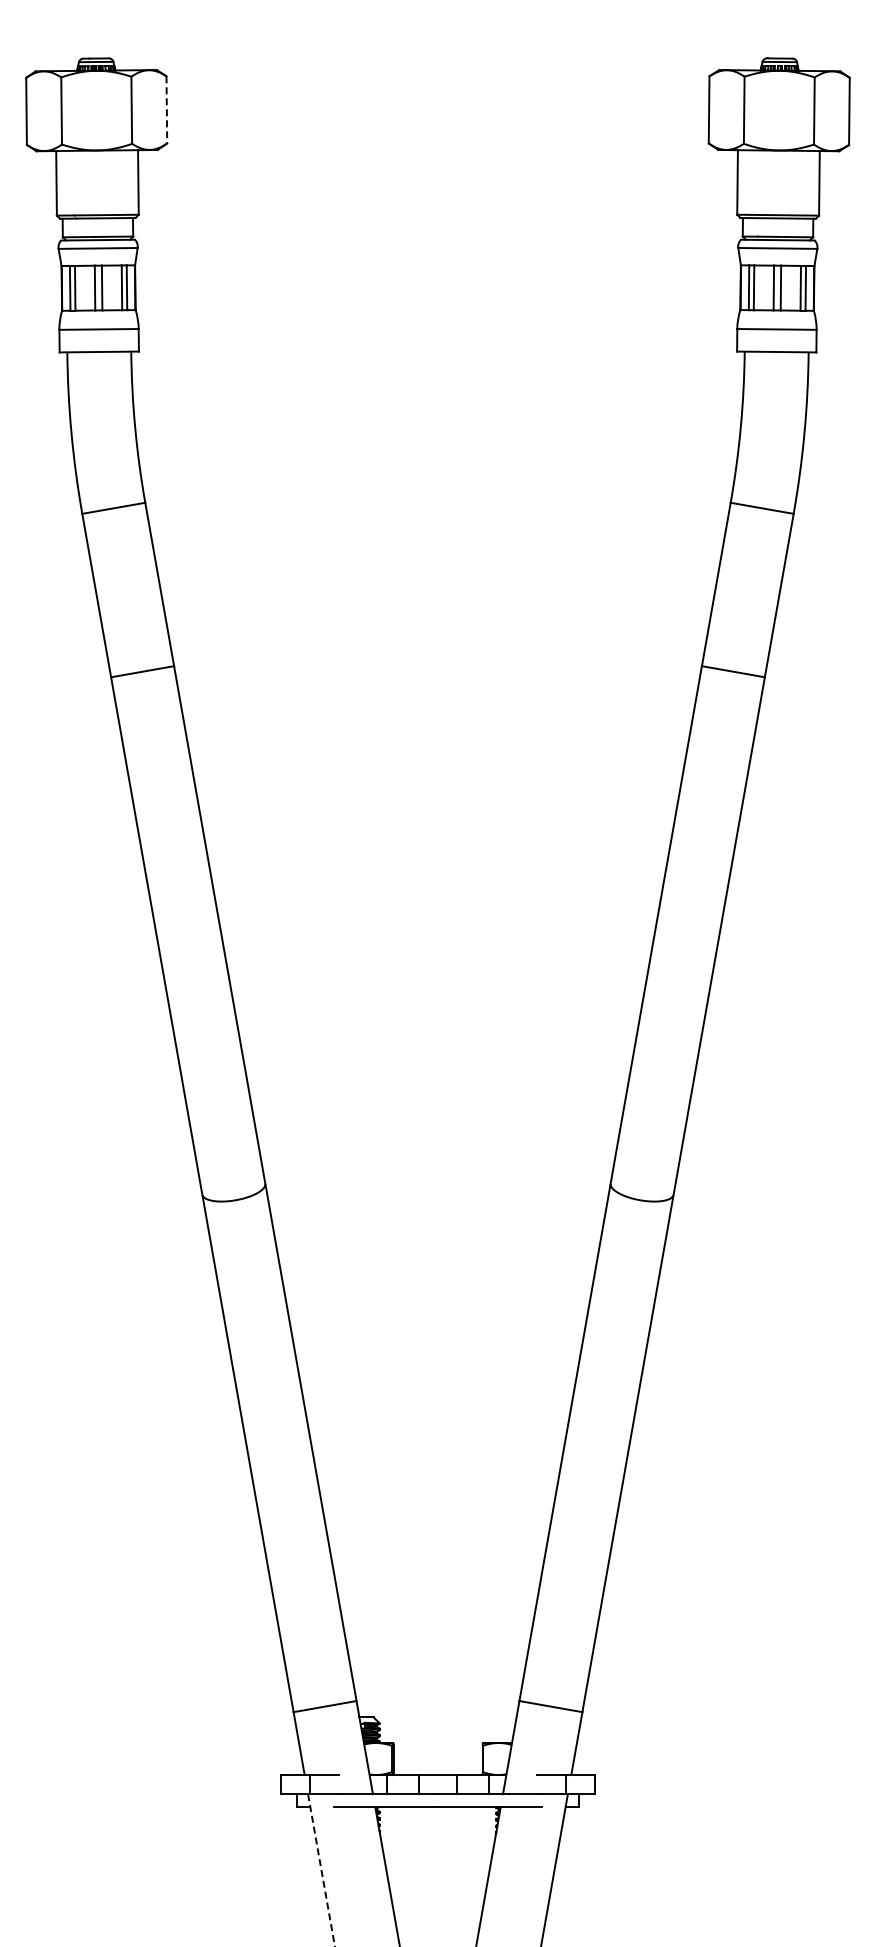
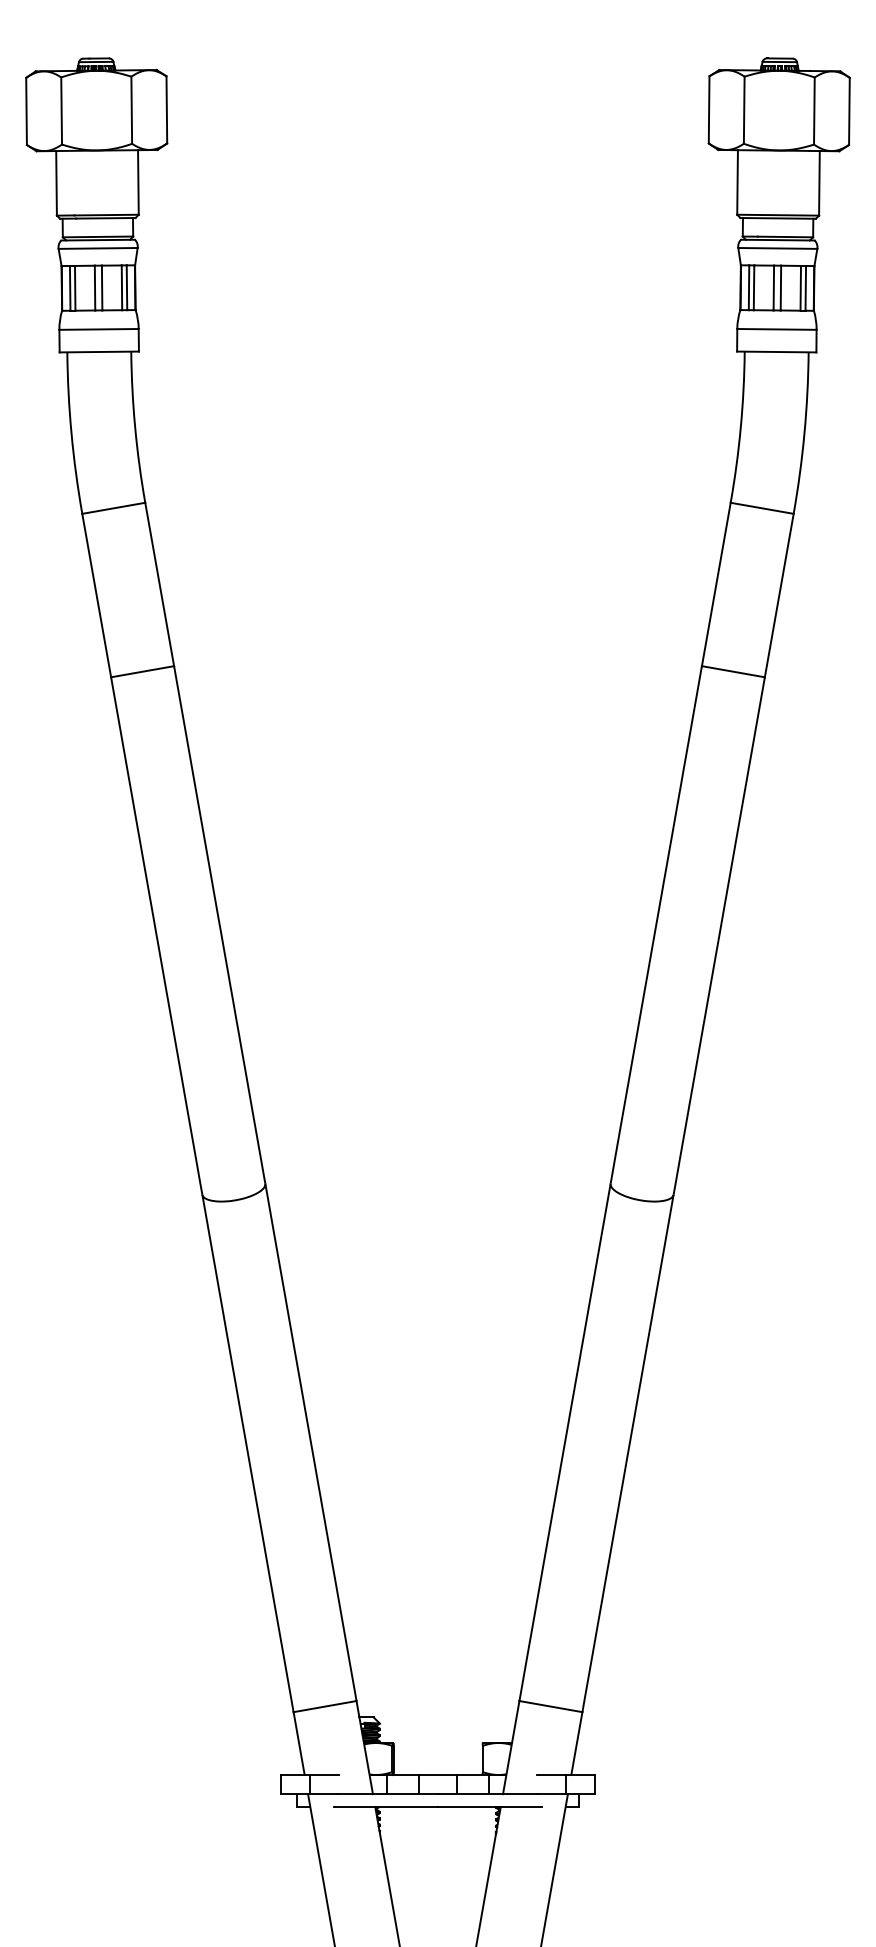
line at (166, 109): dashed -> solid
line at (321, 1870): dashed -> solid
